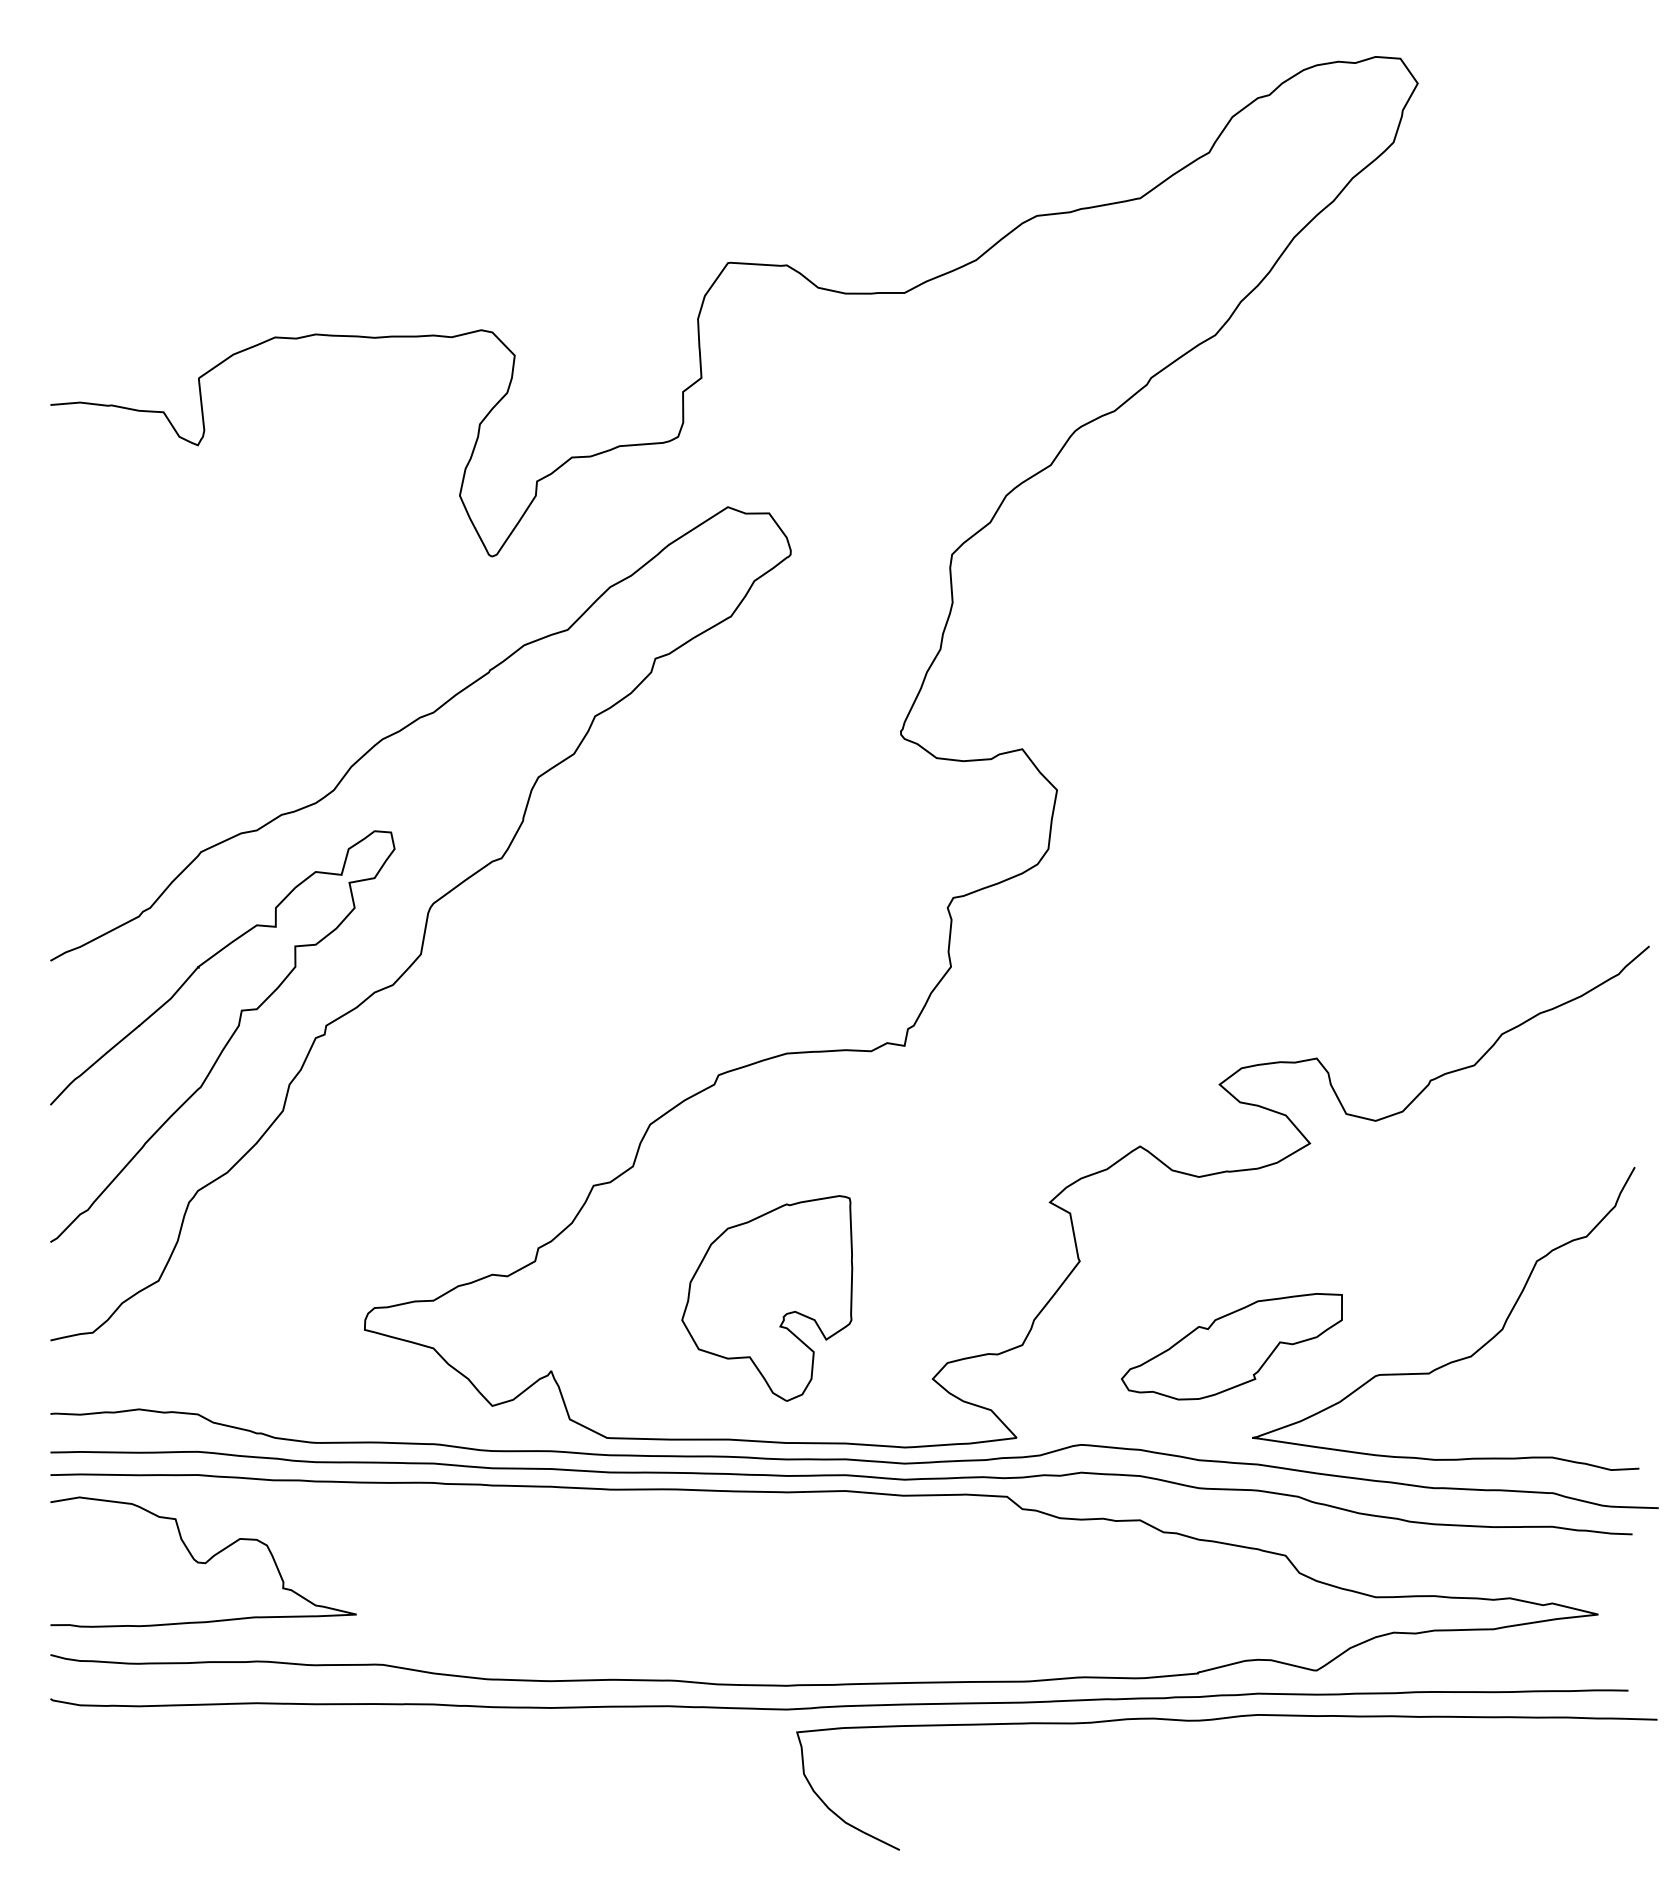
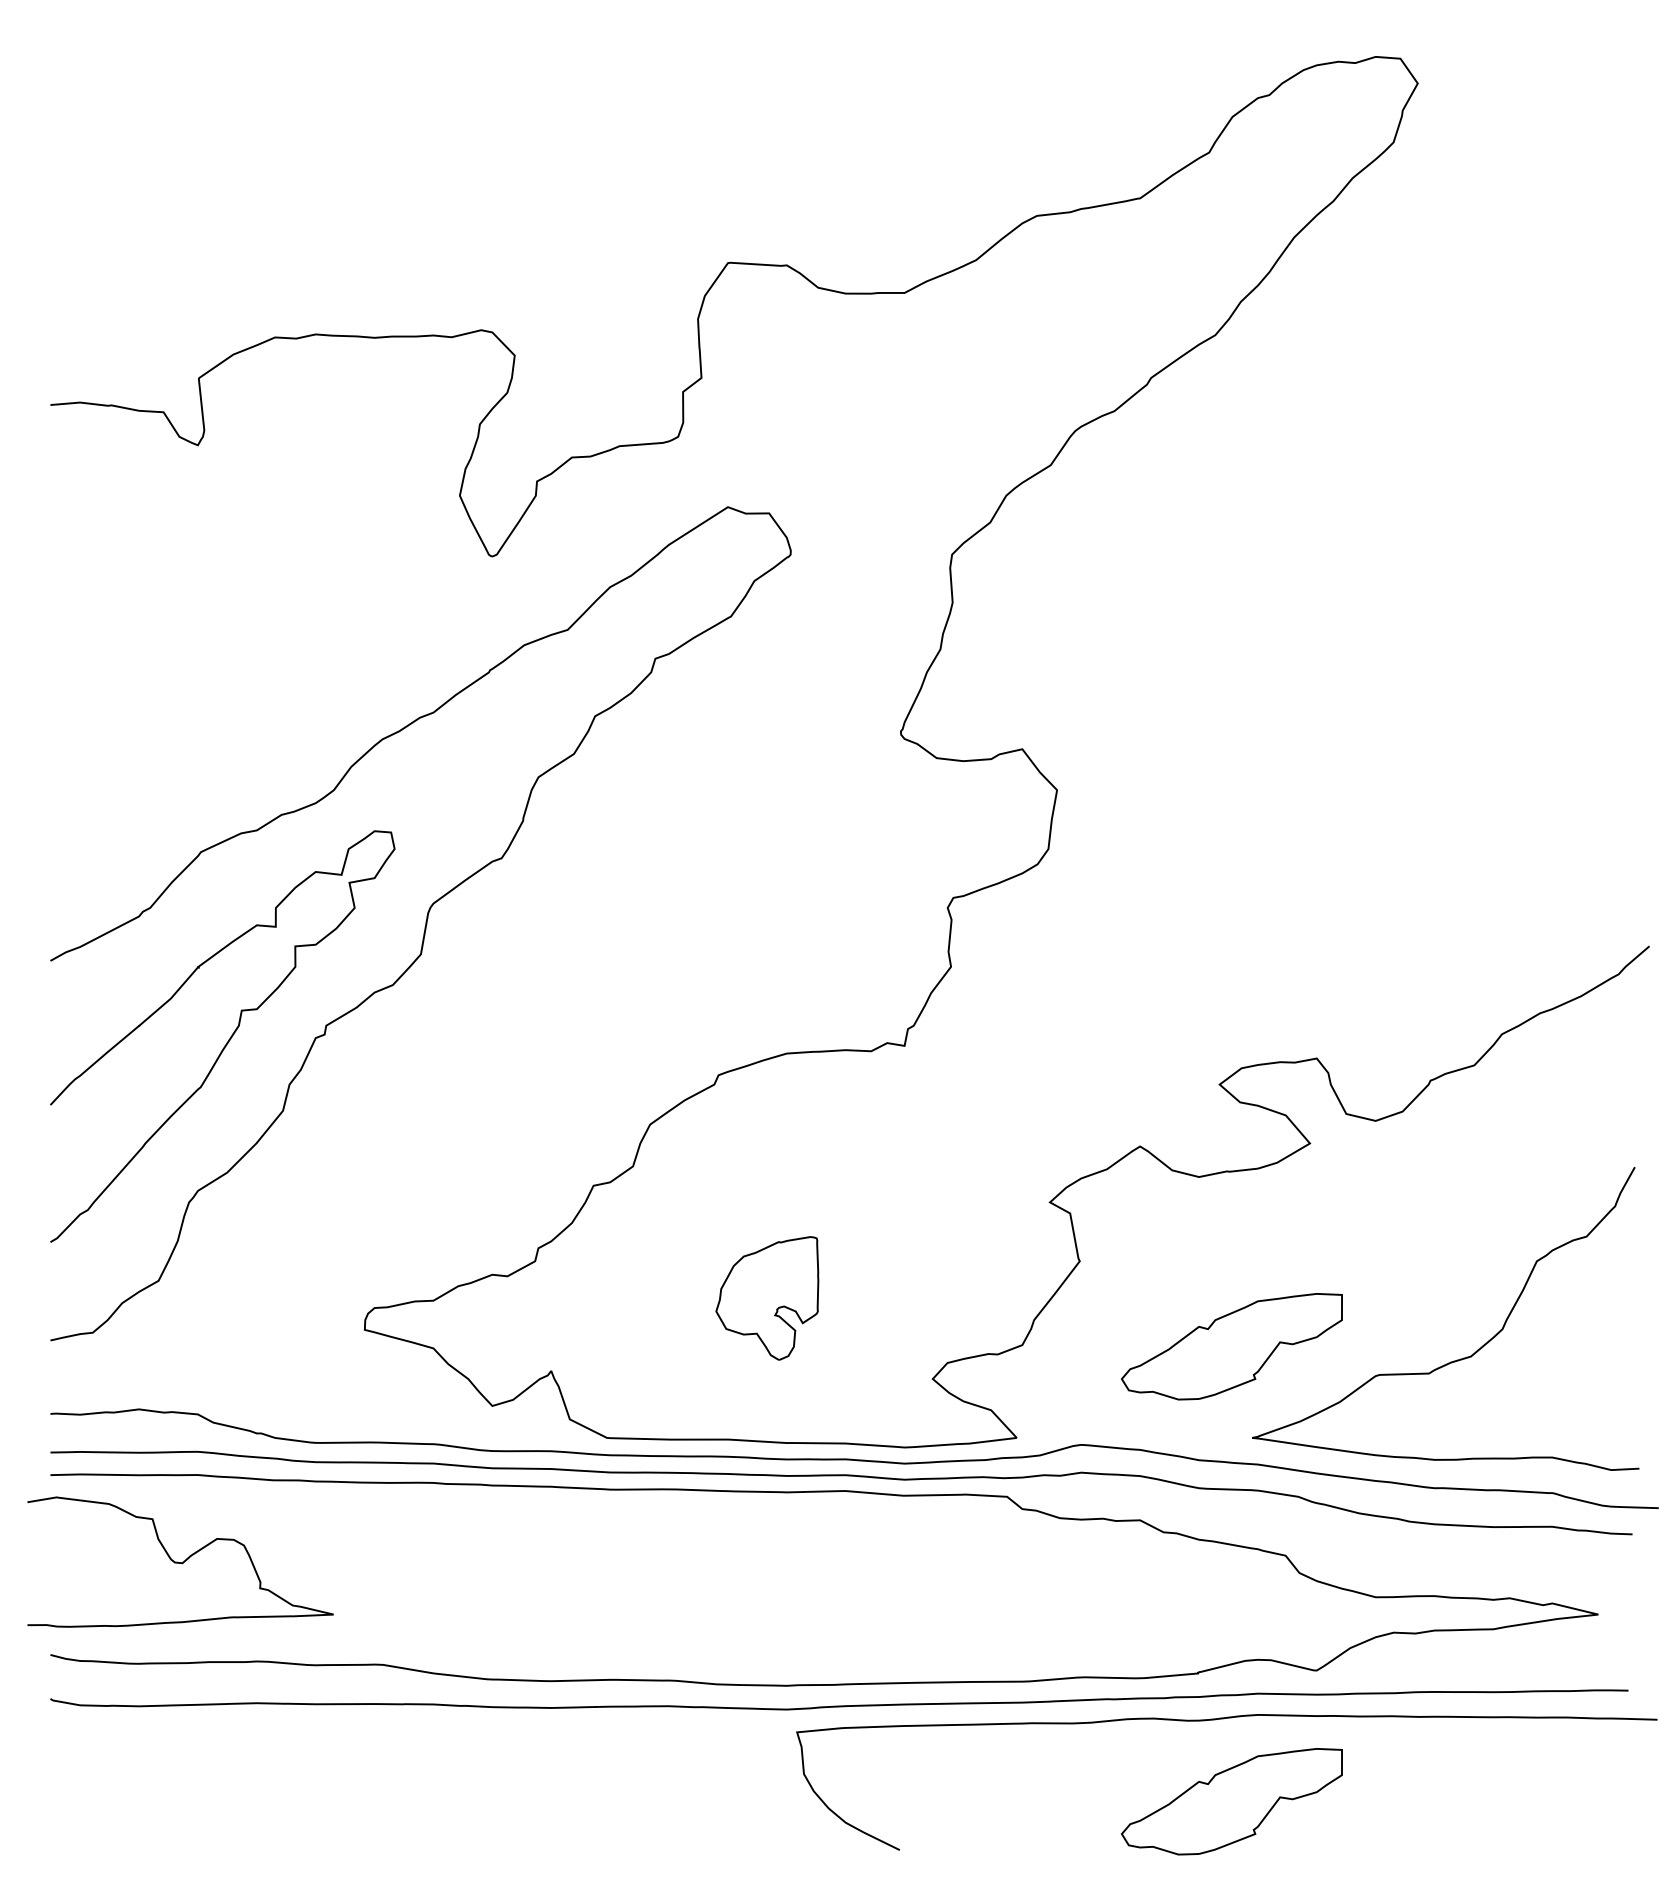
part at (767, 1298) size: 173x207 px -> 105x125 px
curve at (203, 1562) position: (203, 1562) -> (180, 1562)
part at (1231, 1801): none -> present
